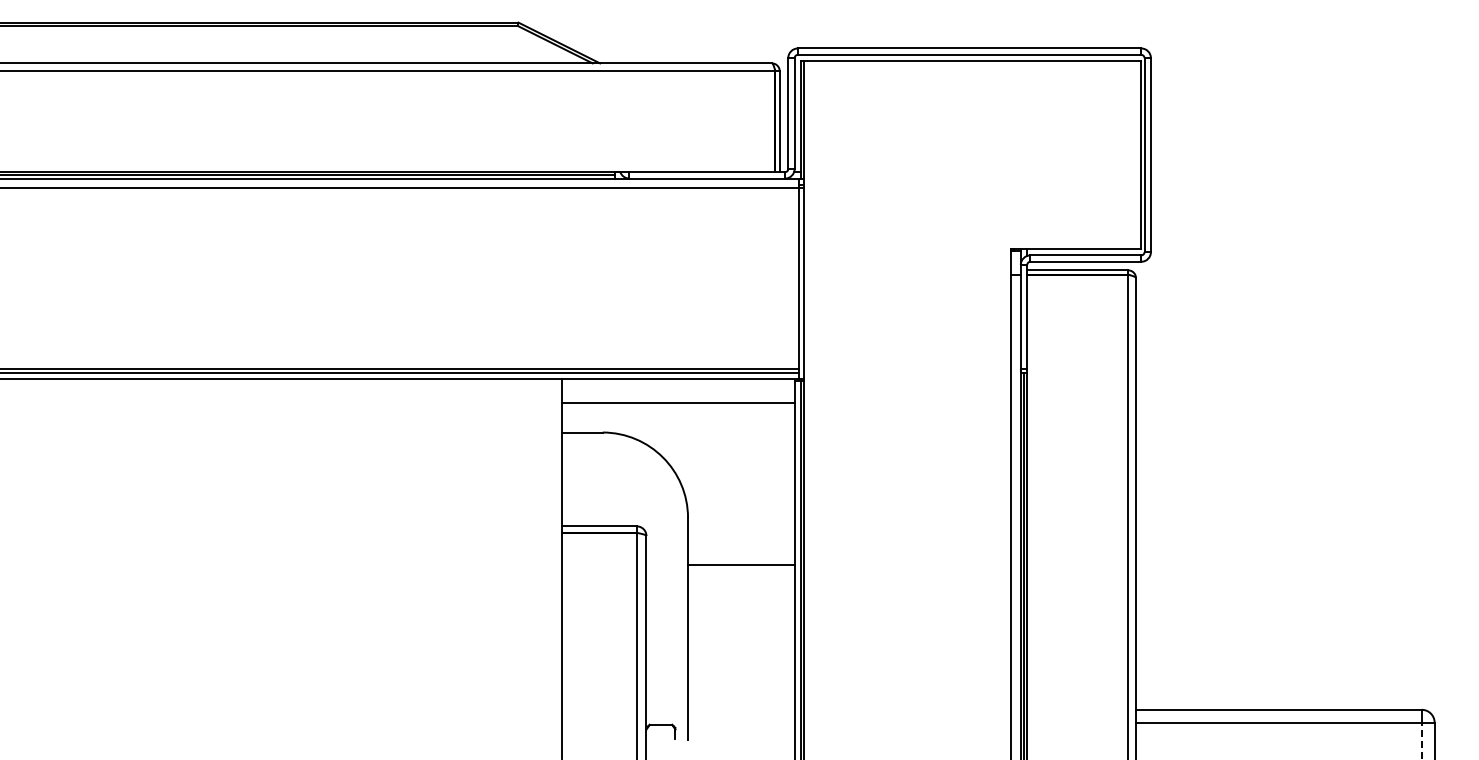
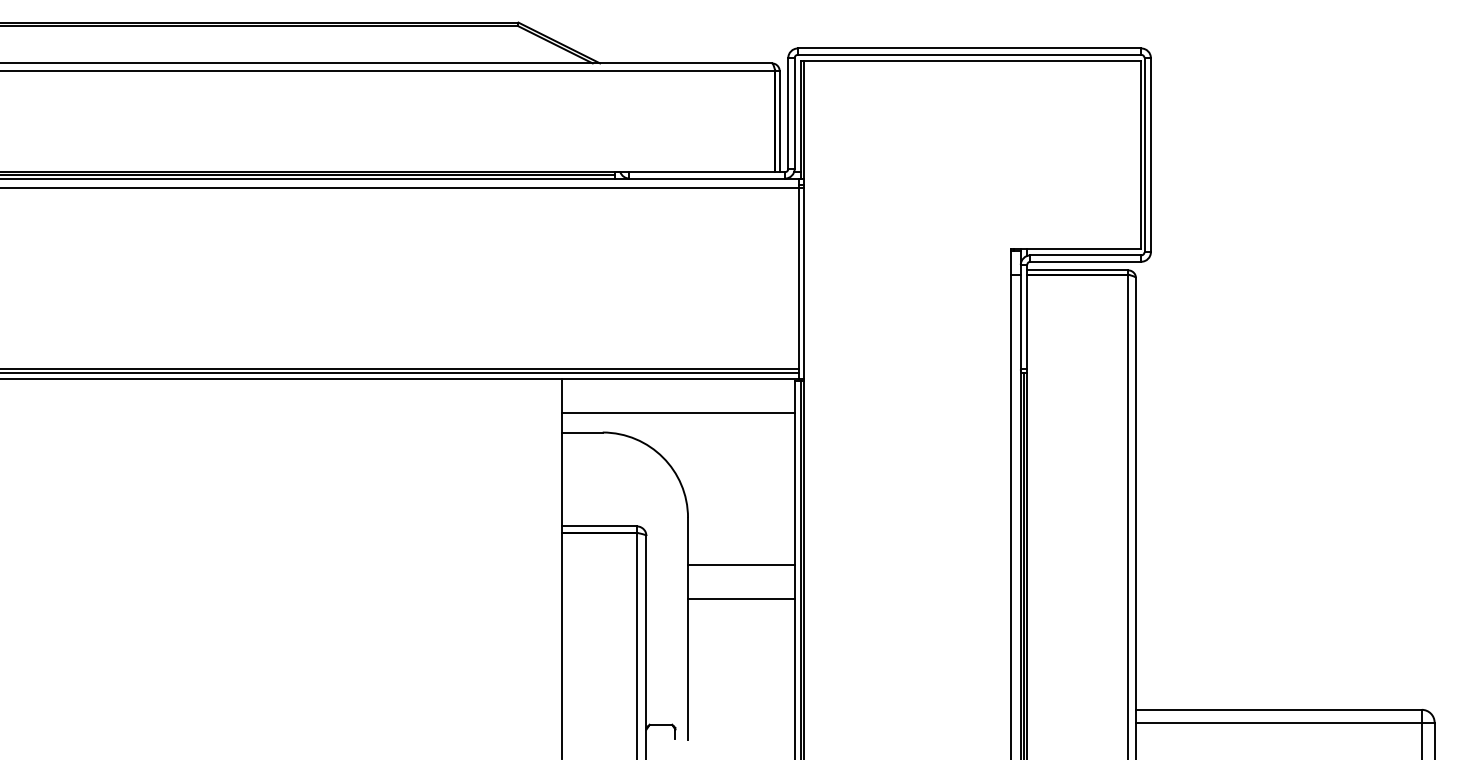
line at (678, 403) position: (678, 403) -> (678, 413)
line at (741, 598): none -> present
line at (1421, 740): dashed -> solid
